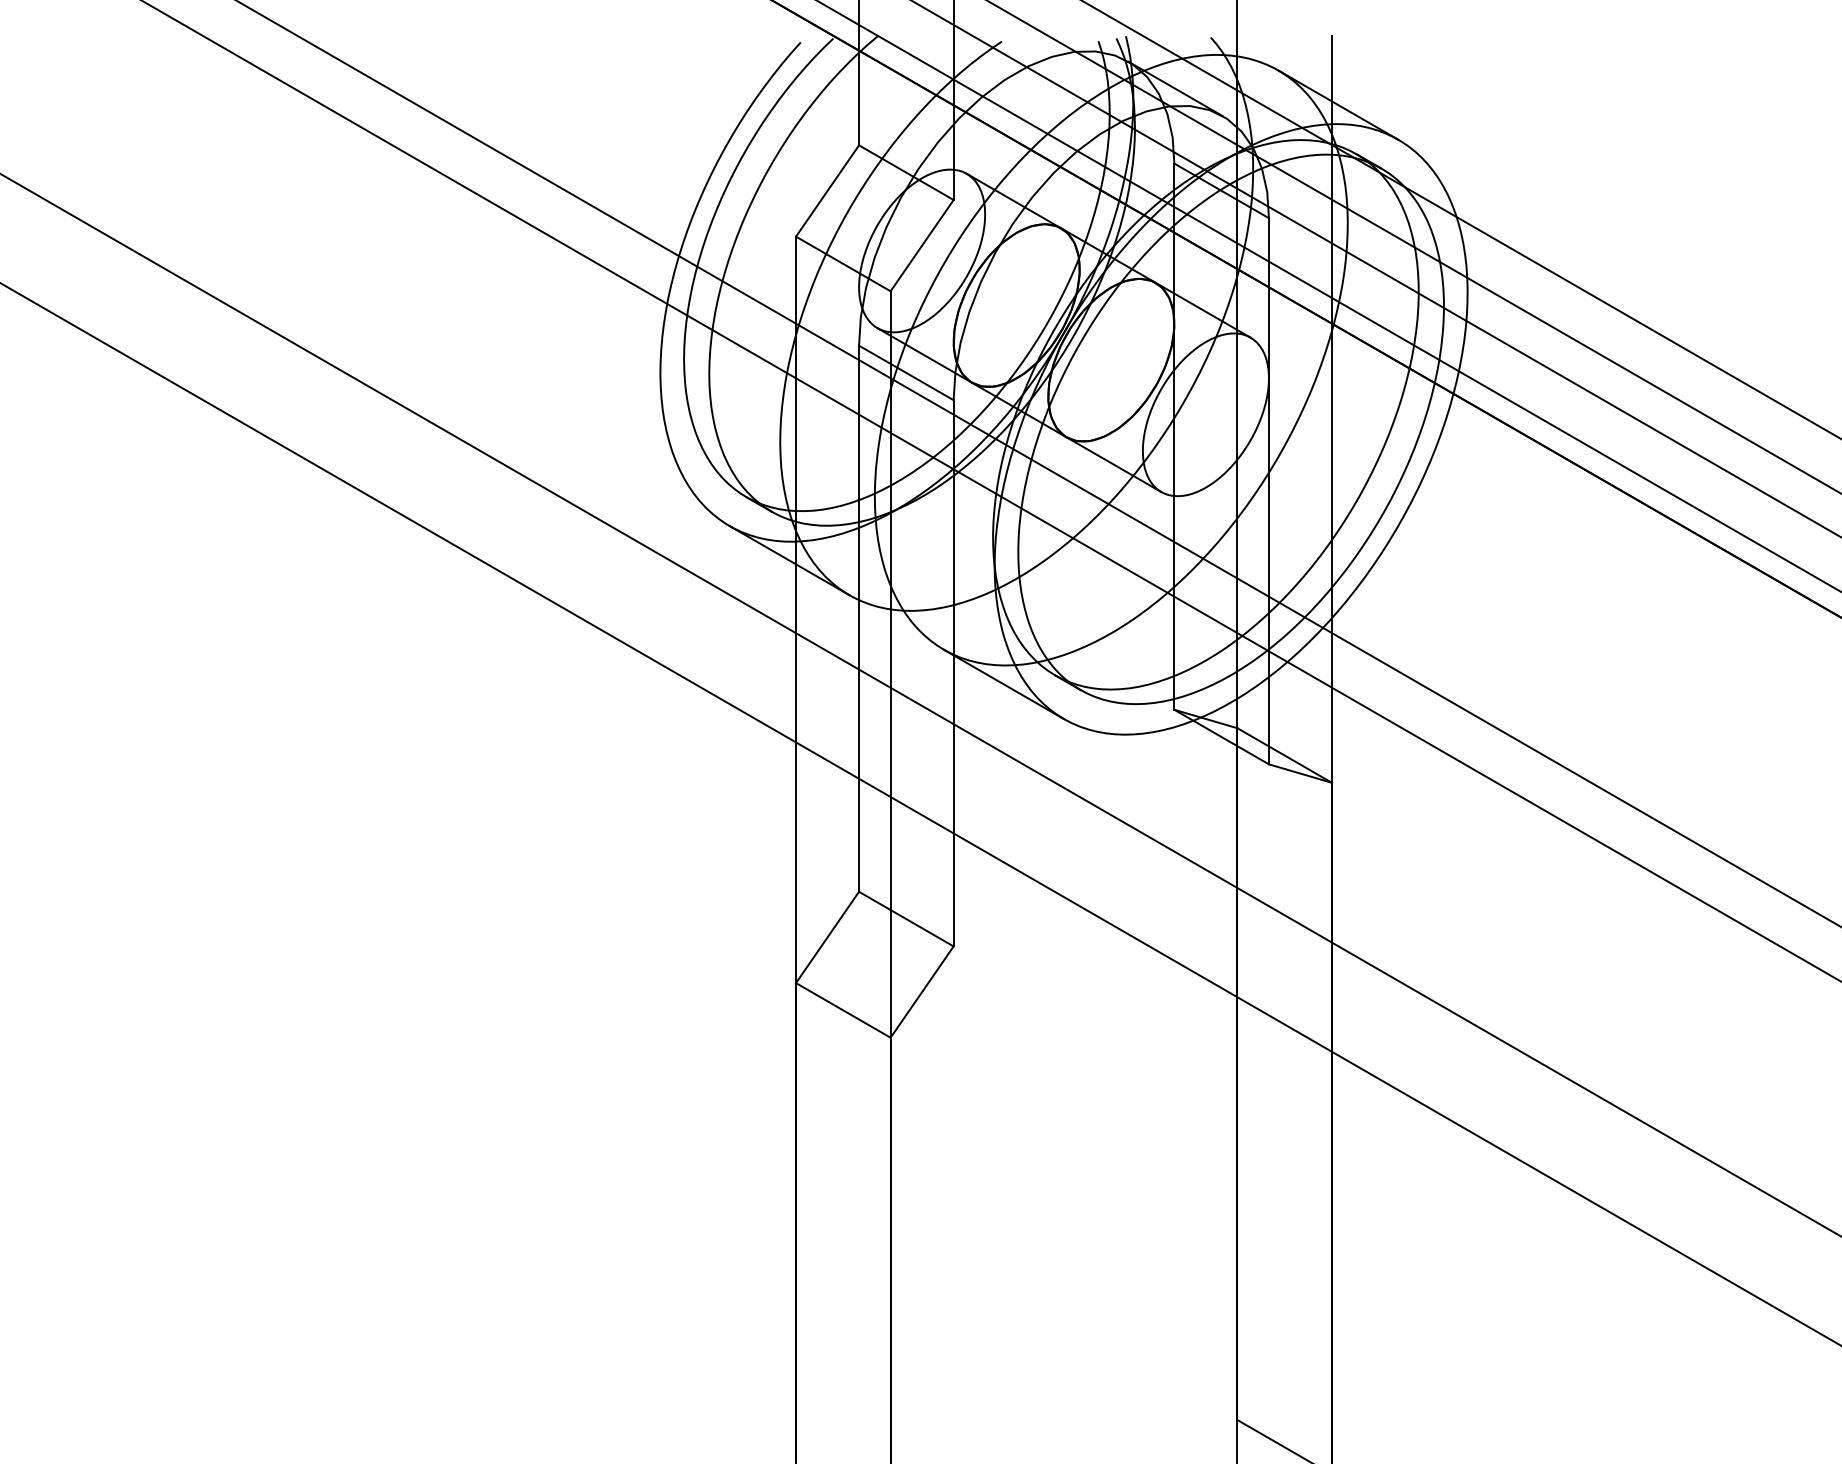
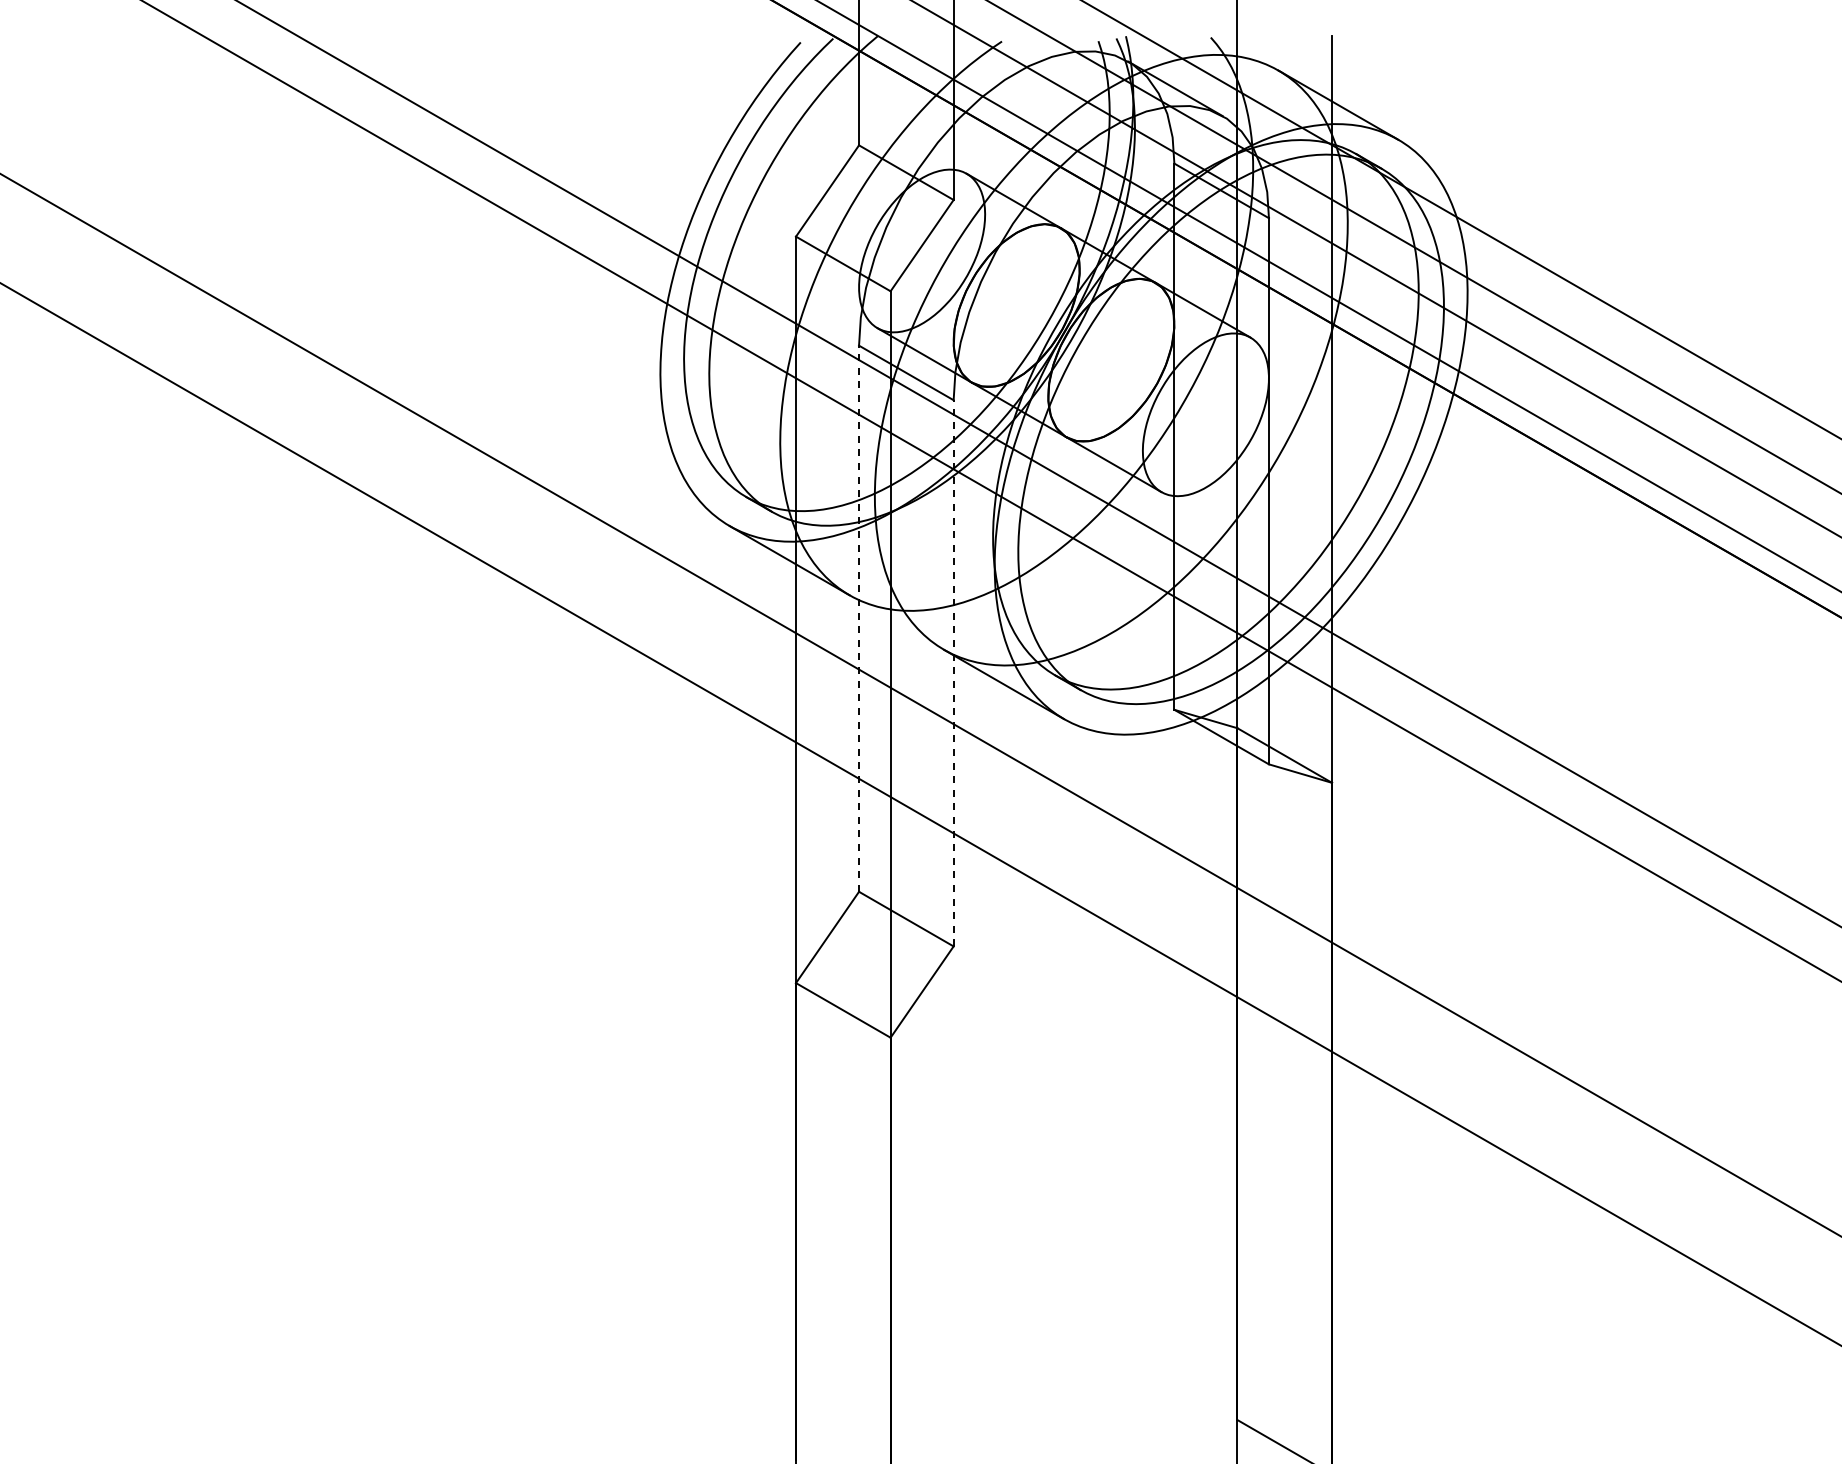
line at (859, 618): solid -> dashed
line at (953, 672): solid -> dashed
